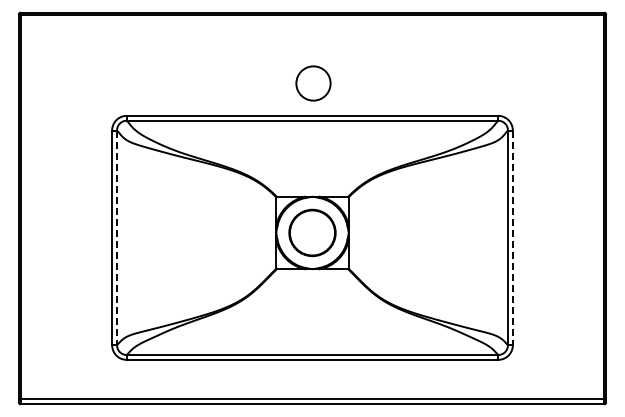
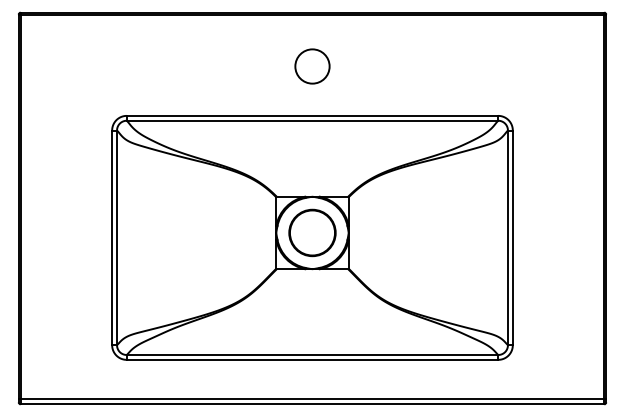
circle at (313, 83) position: (313, 83) -> (312, 66)
line at (117, 238): dashed -> solid
line at (512, 238): dashed -> solid
